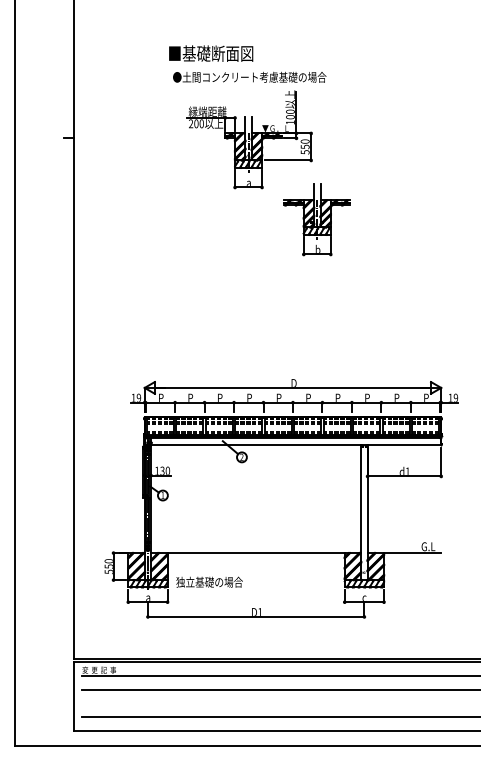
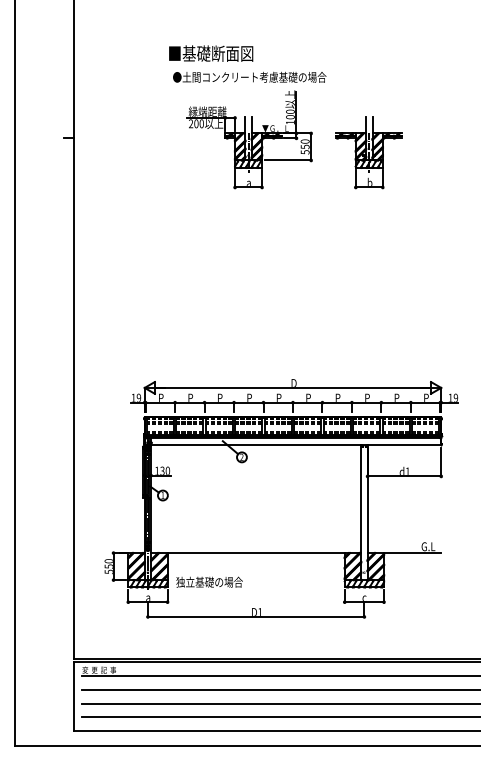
part at (316, 219) position: (316, 219) -> (368, 152)
line at (279, 703): none -> present
